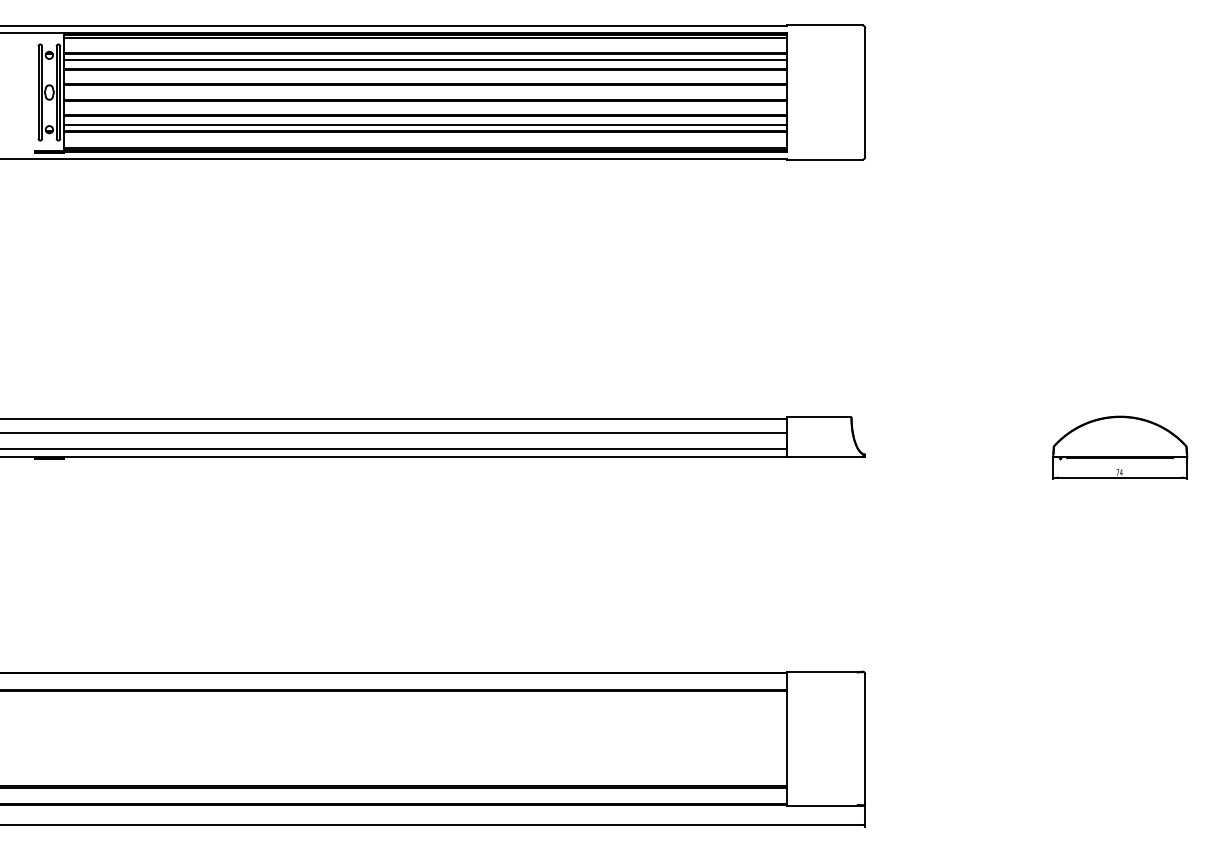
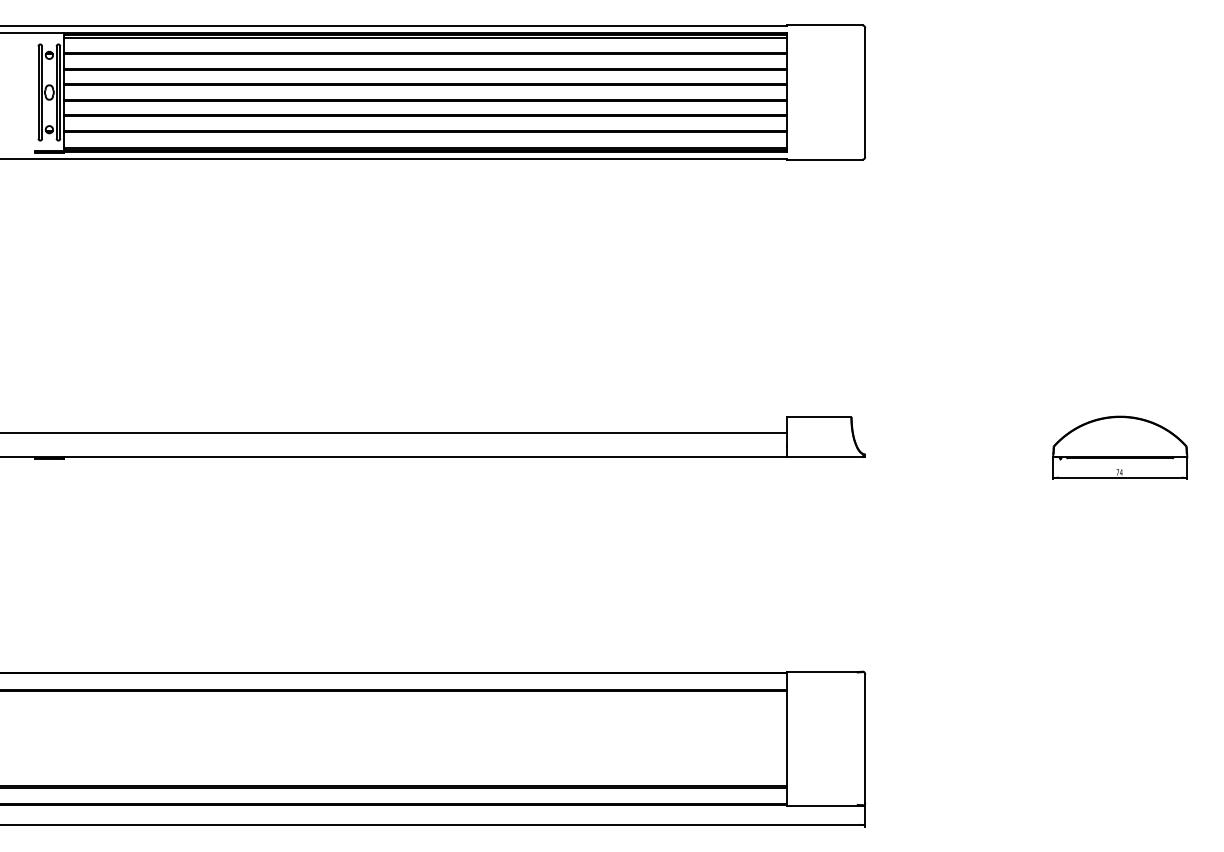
line at (425, 59): present -> none
line at (425, 125): present -> none
line at (394, 419): present -> none
line at (394, 449): present -> none
